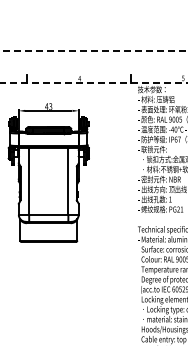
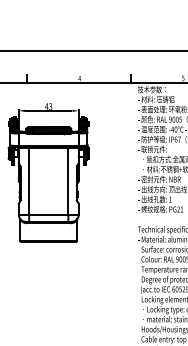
line at (94, 51): dashed -> solid
line at (94, 82): dashed -> solid
